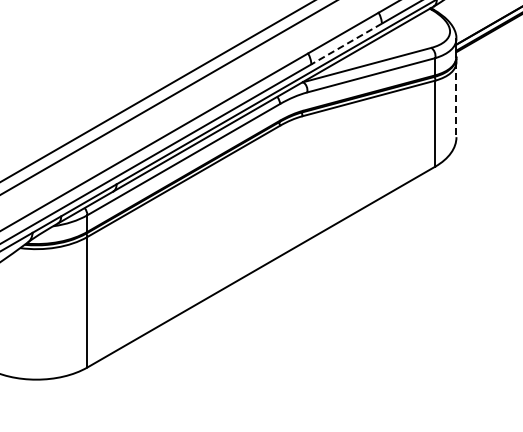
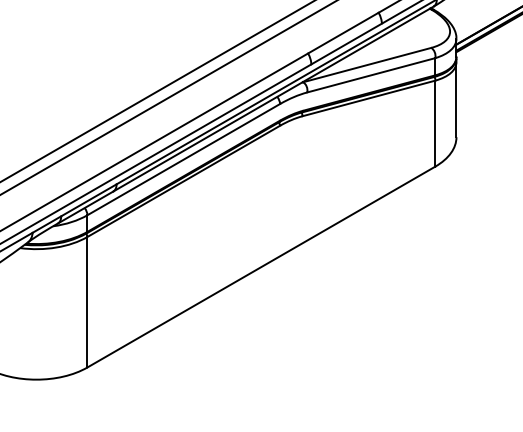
line at (346, 44): dashed -> solid
line at (456, 99): dashed -> solid
